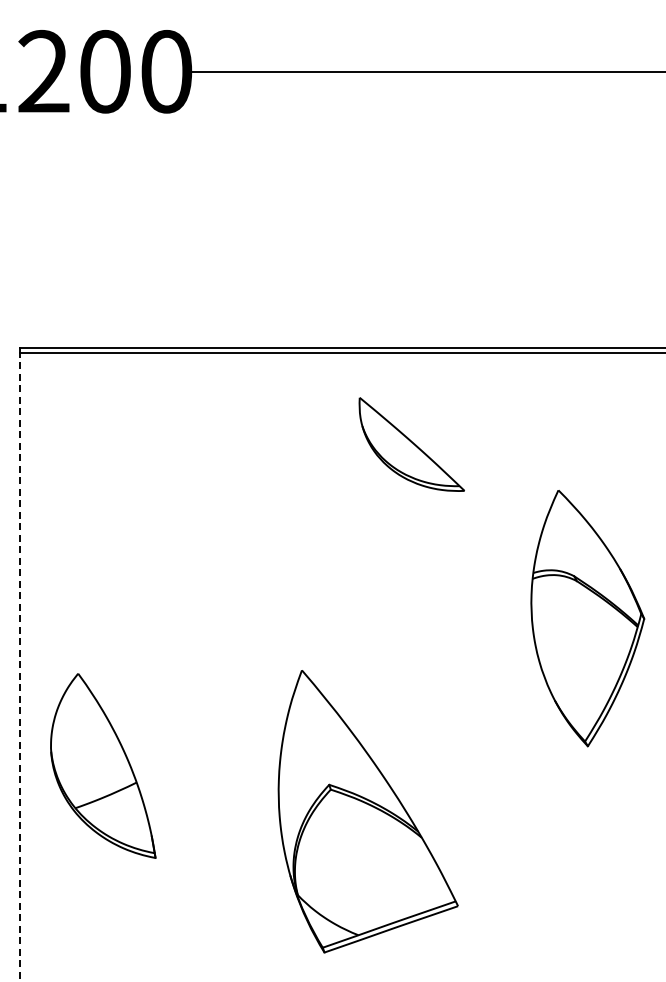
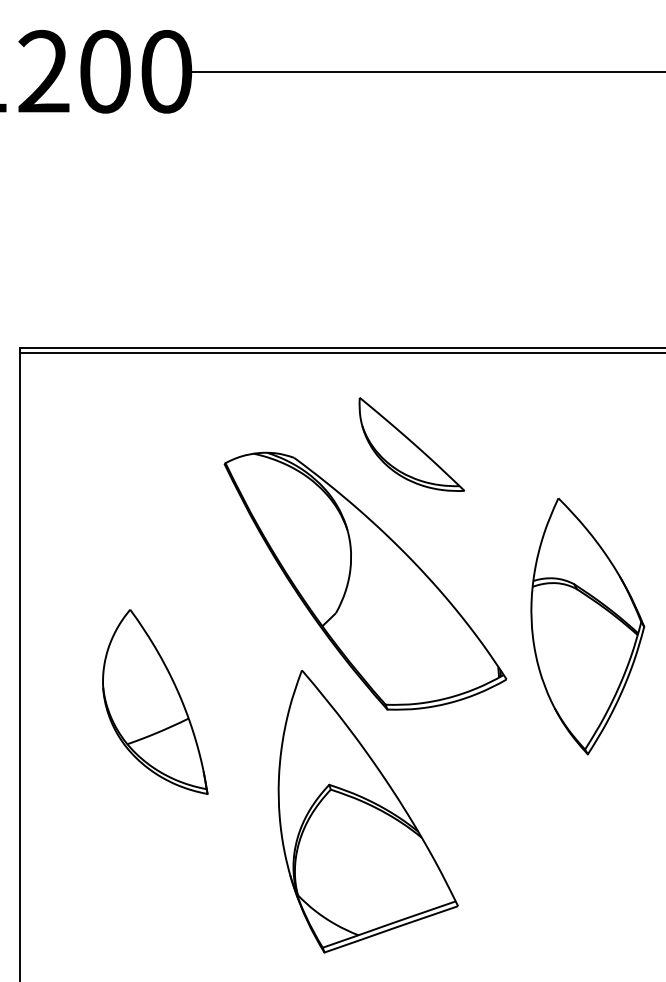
part at (365, 580): none -> present
part at (587, 618) position: (587, 618) -> (587, 626)
line at (19, 666): dashed -> solid
part at (103, 765) position: (103, 765) -> (155, 701)
